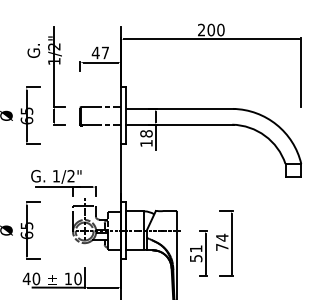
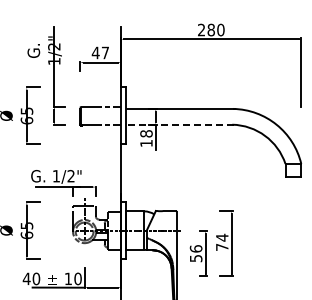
text at (211, 30): 200 -> 280
line at (179, 124): solid -> dashed
text at (195, 248): 51 -> 56
